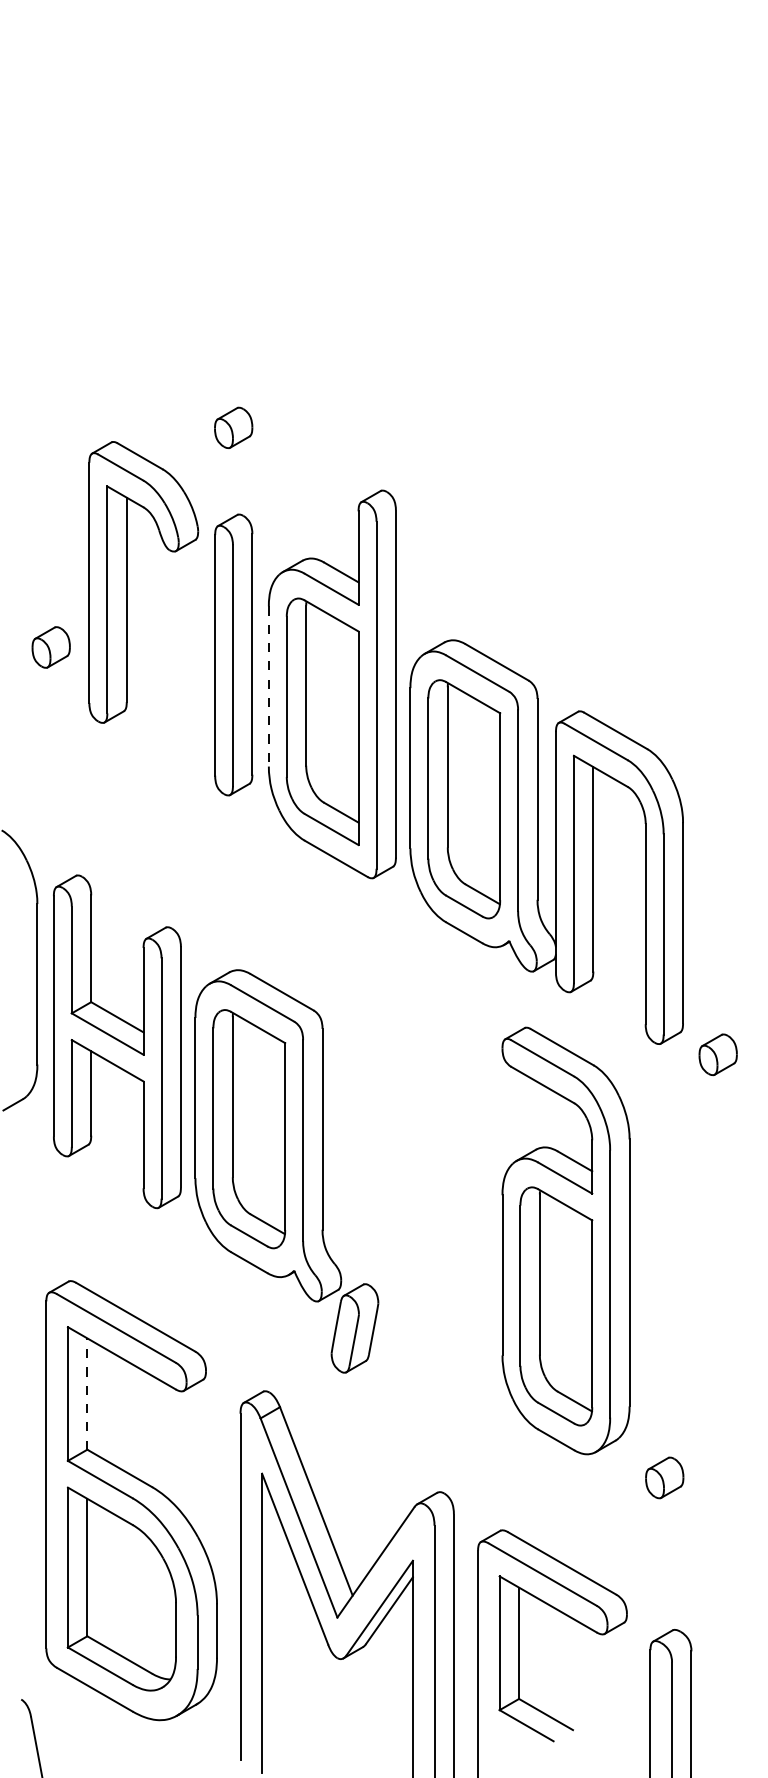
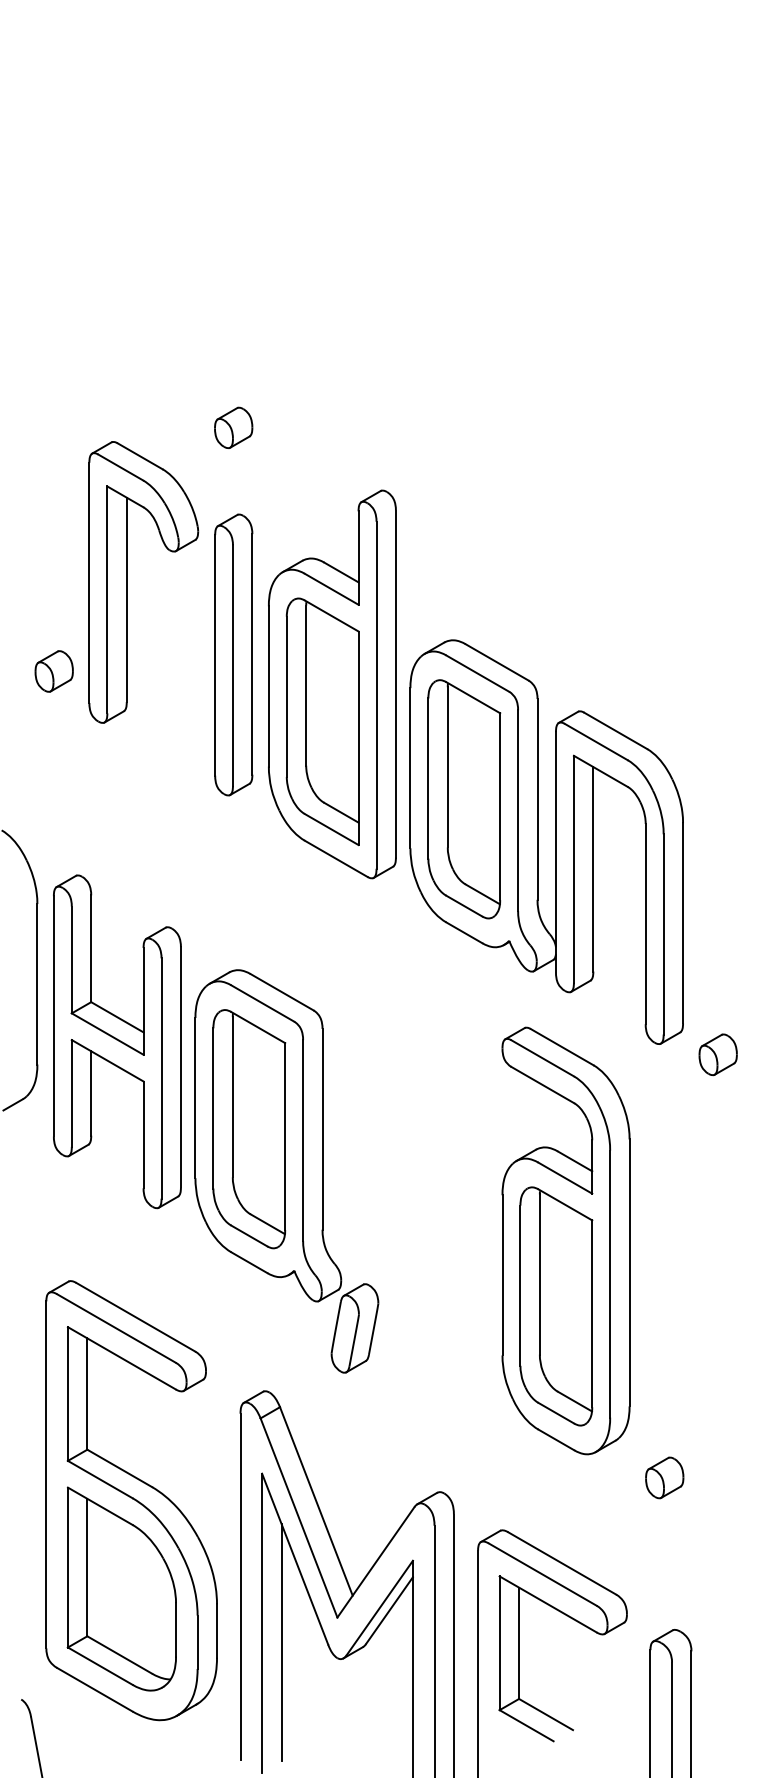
part at (50, 647) position: (50, 647) -> (53, 671)
line at (268, 686): dashed -> solid
line at (87, 1394): dashed -> solid
line at (281, 1642): none -> present
